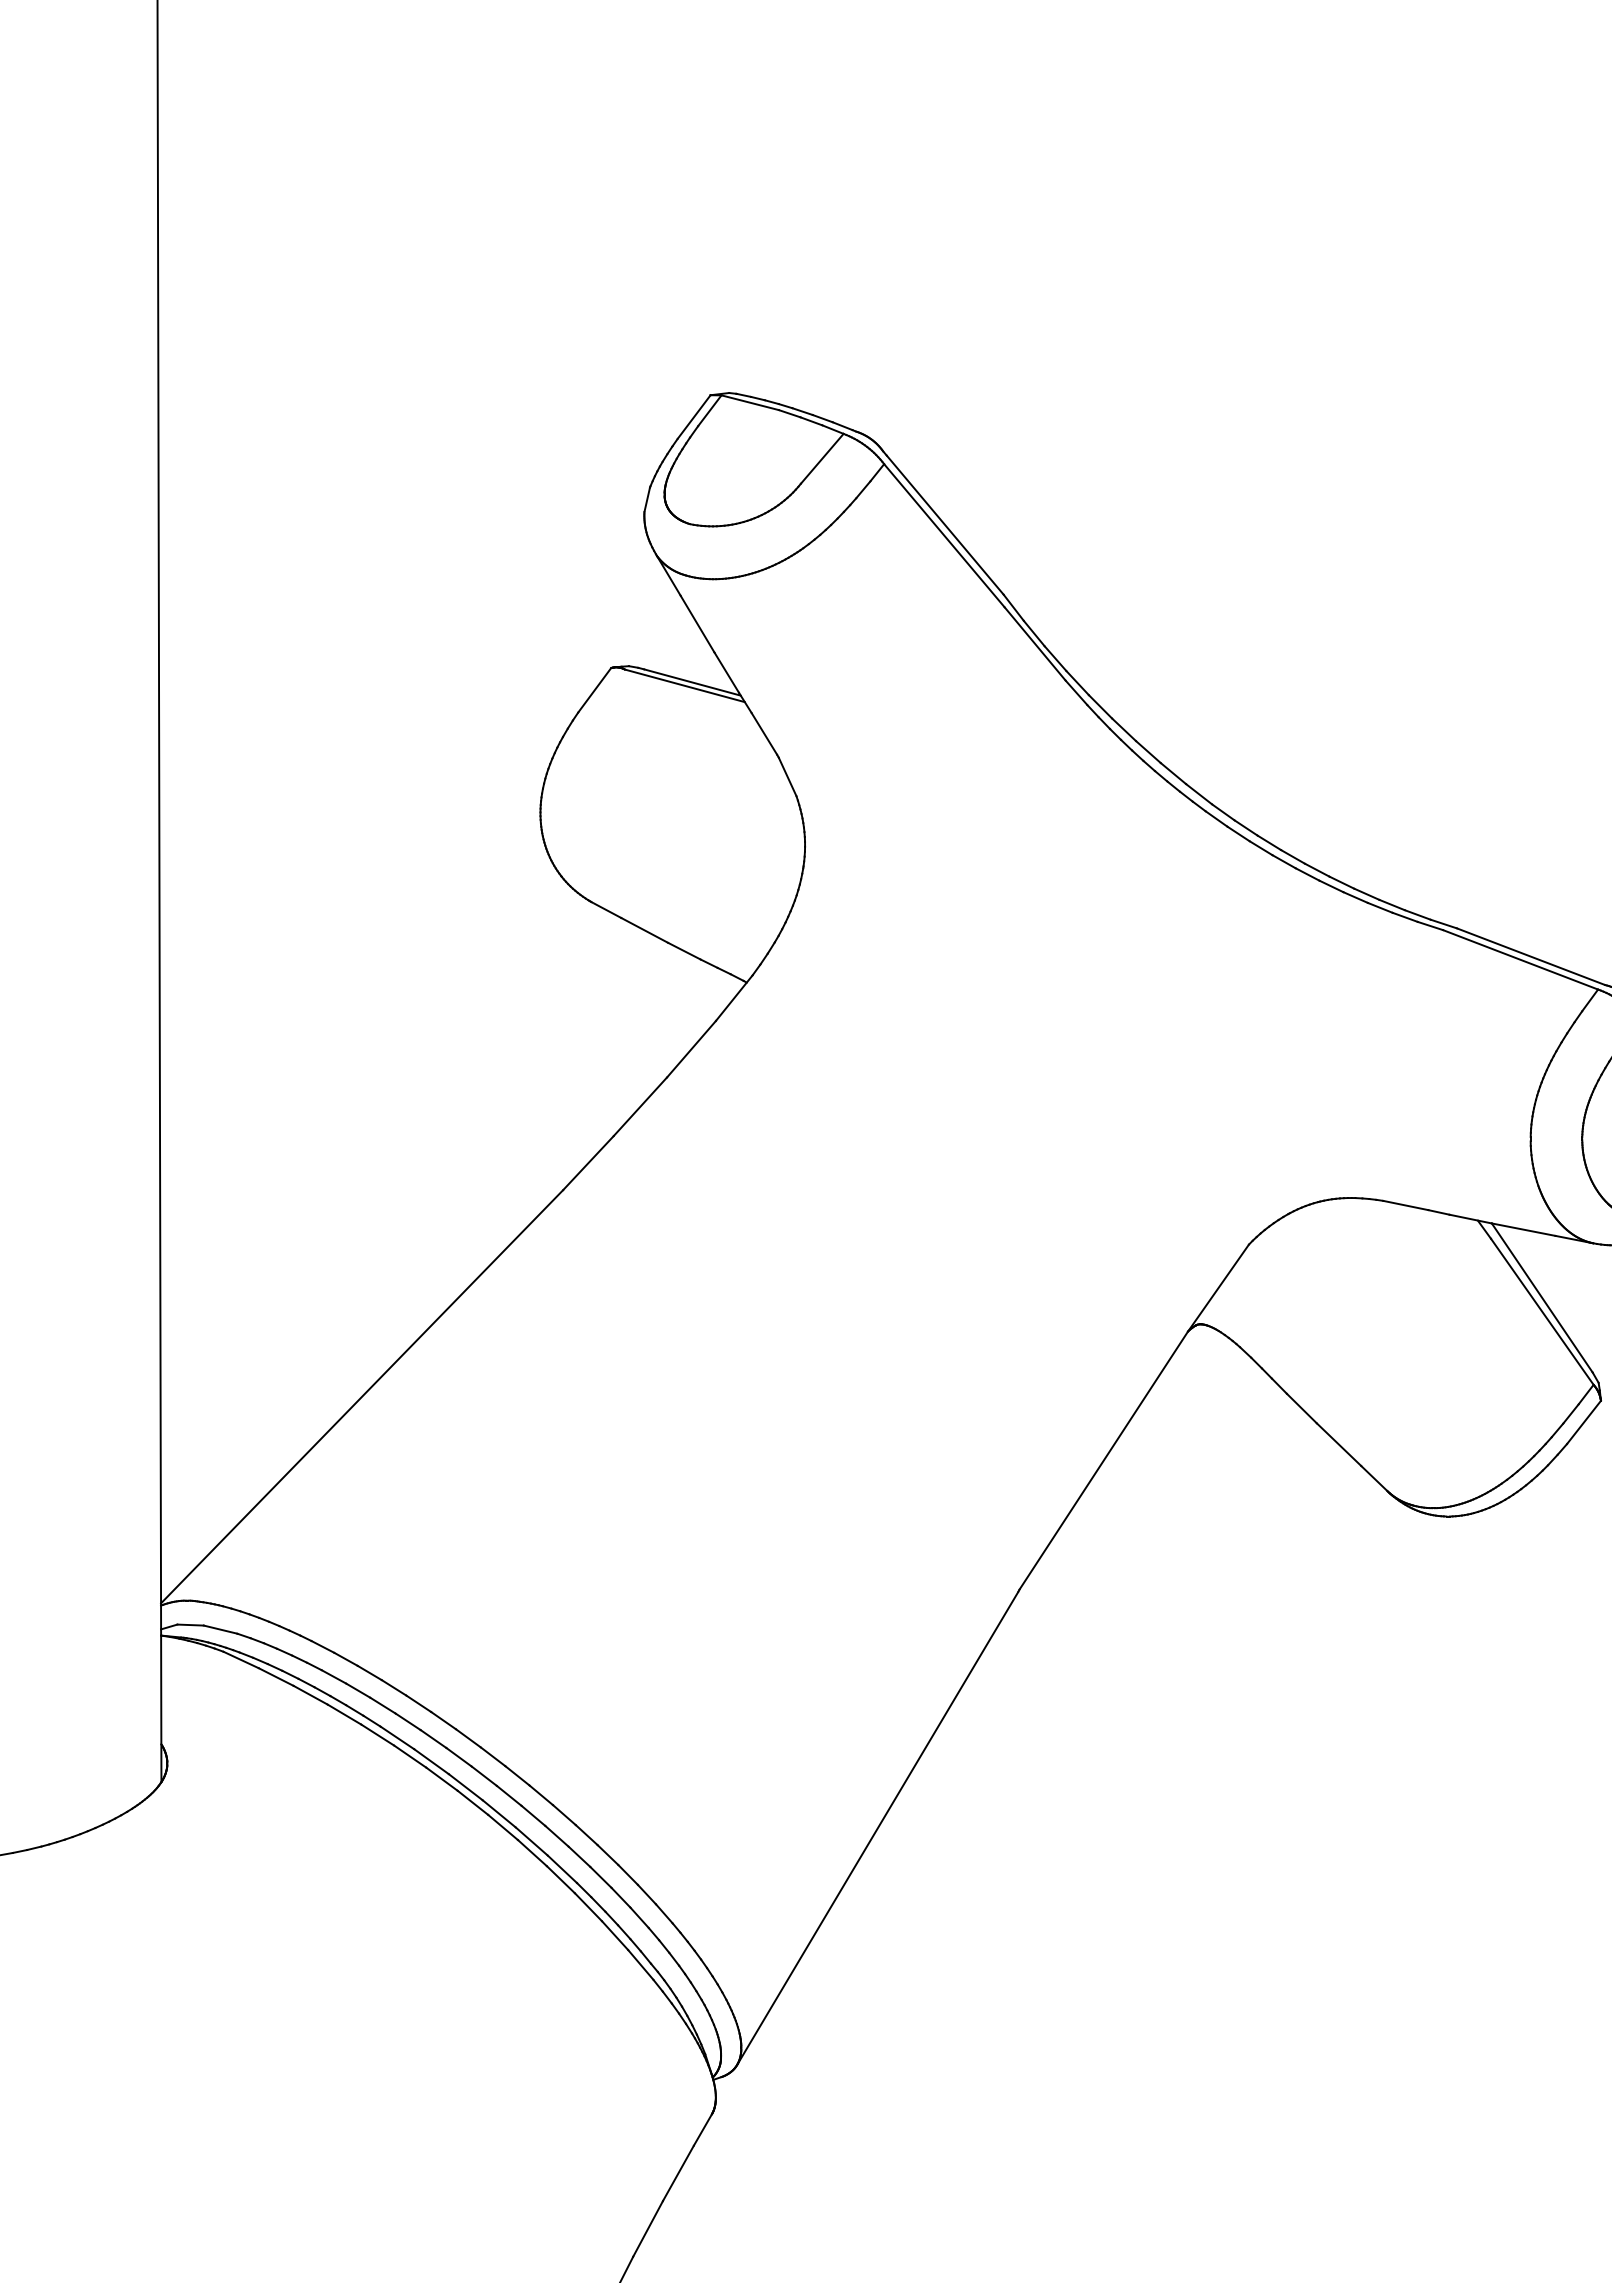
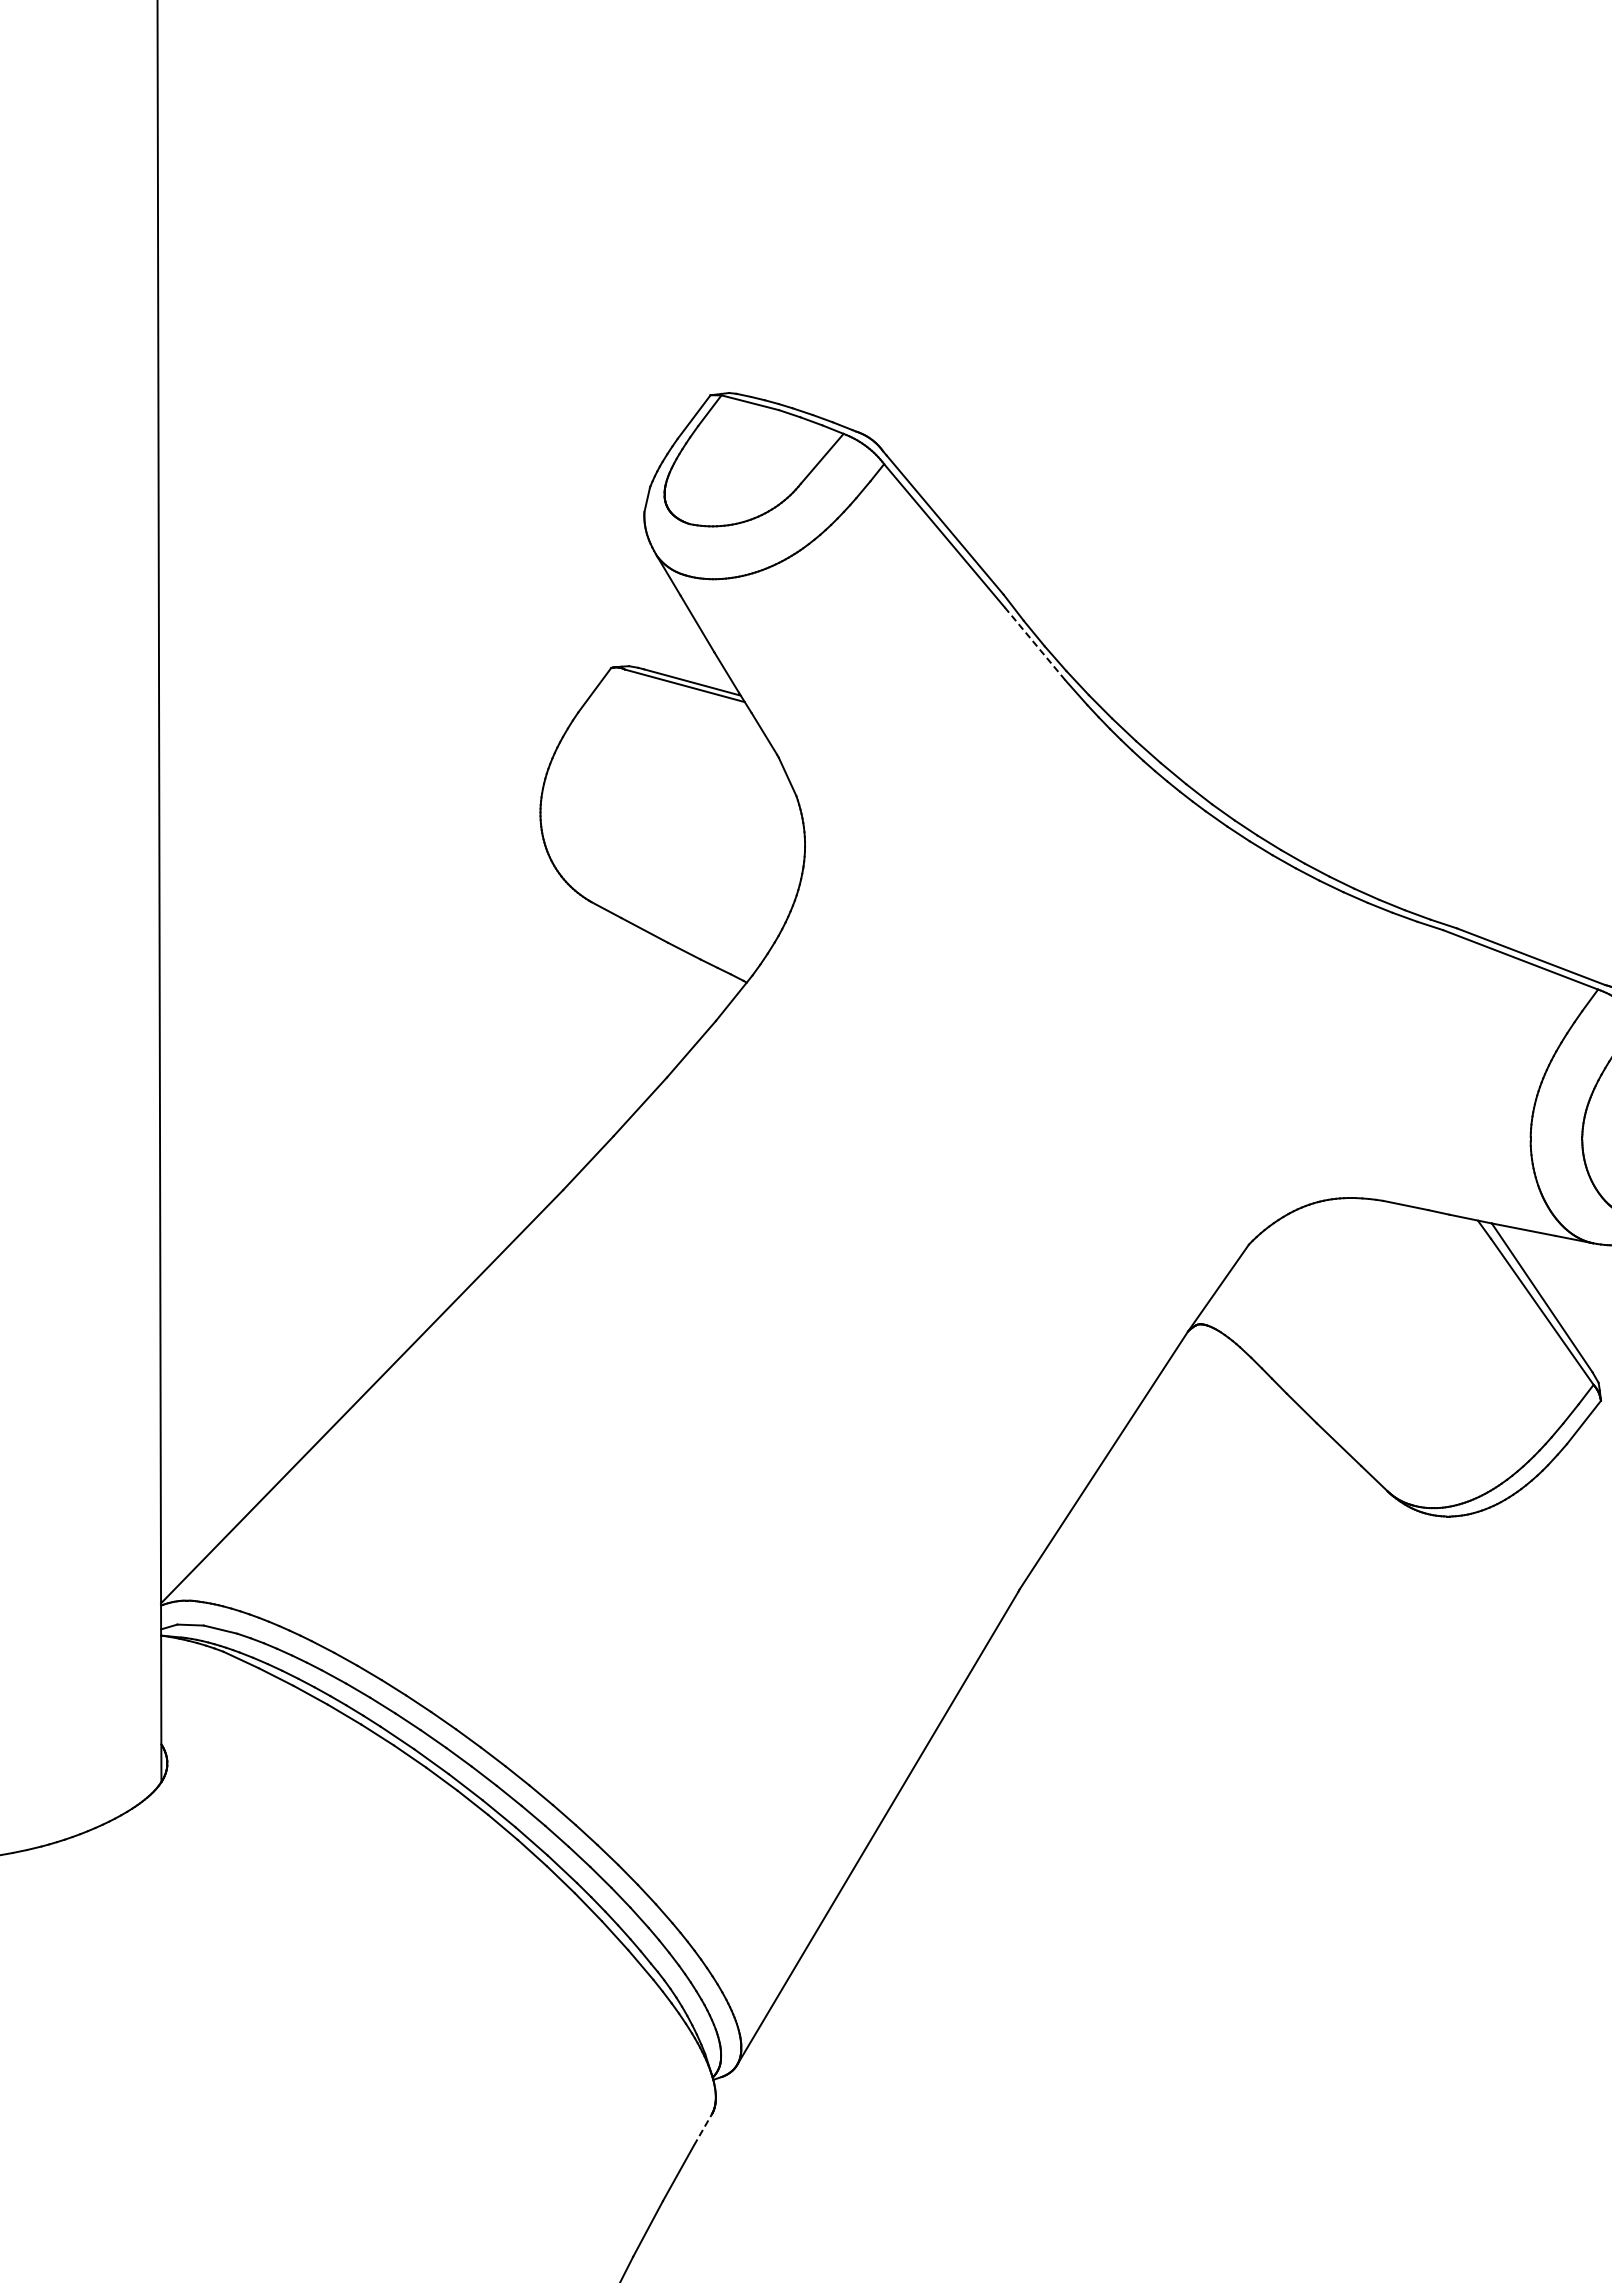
line at (1035, 643): solid -> dashed
line at (703, 2129): solid -> dashed
